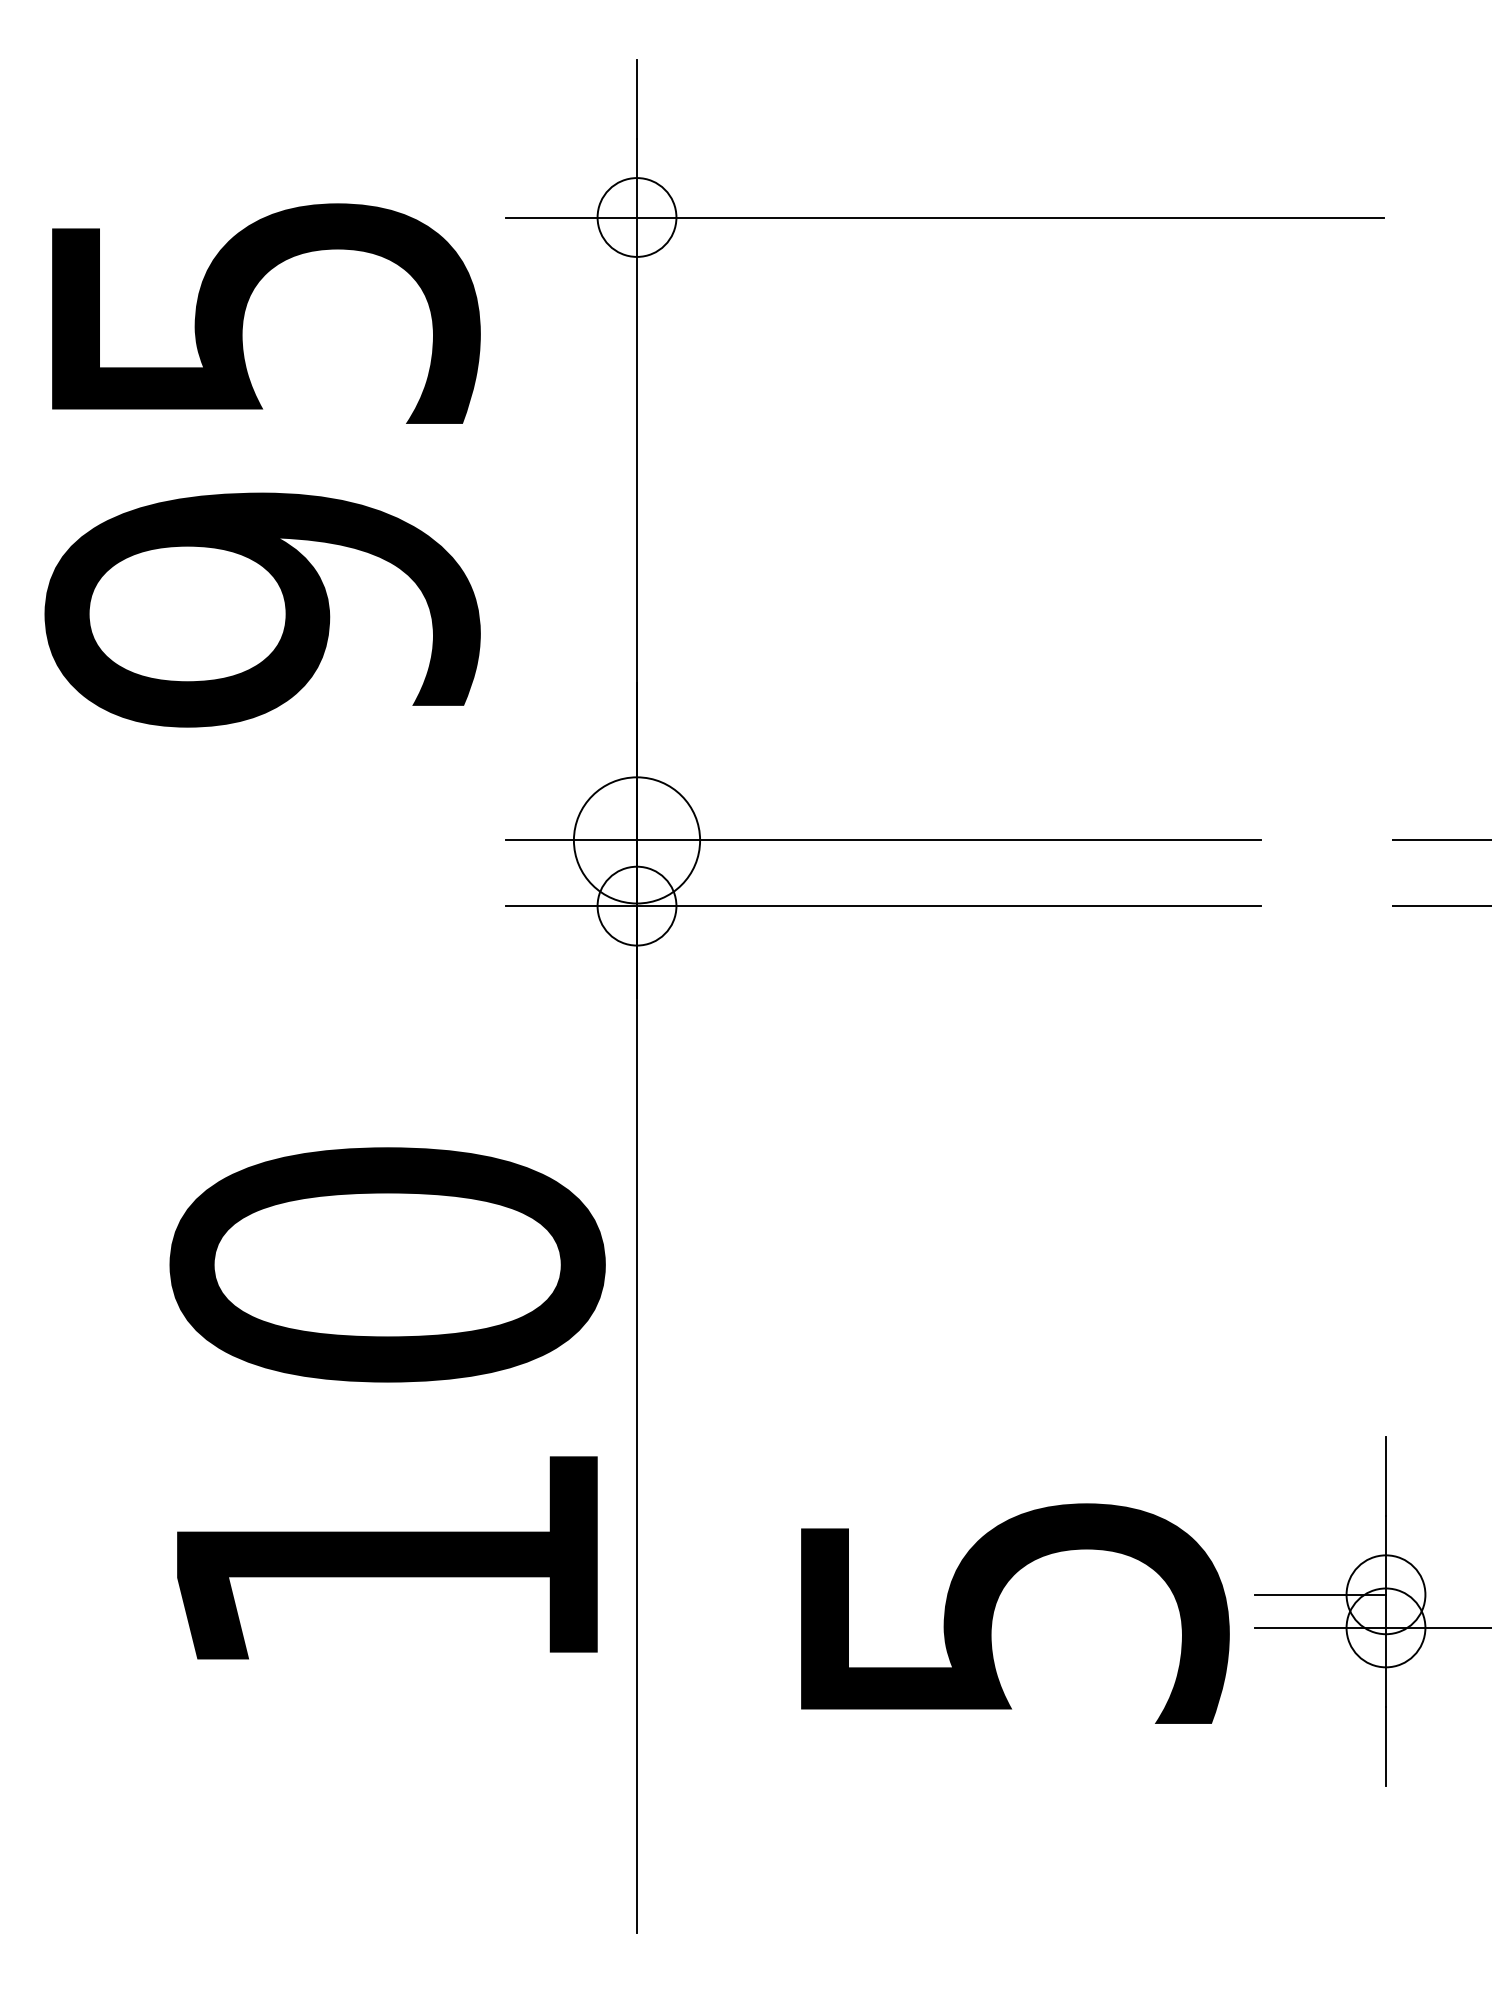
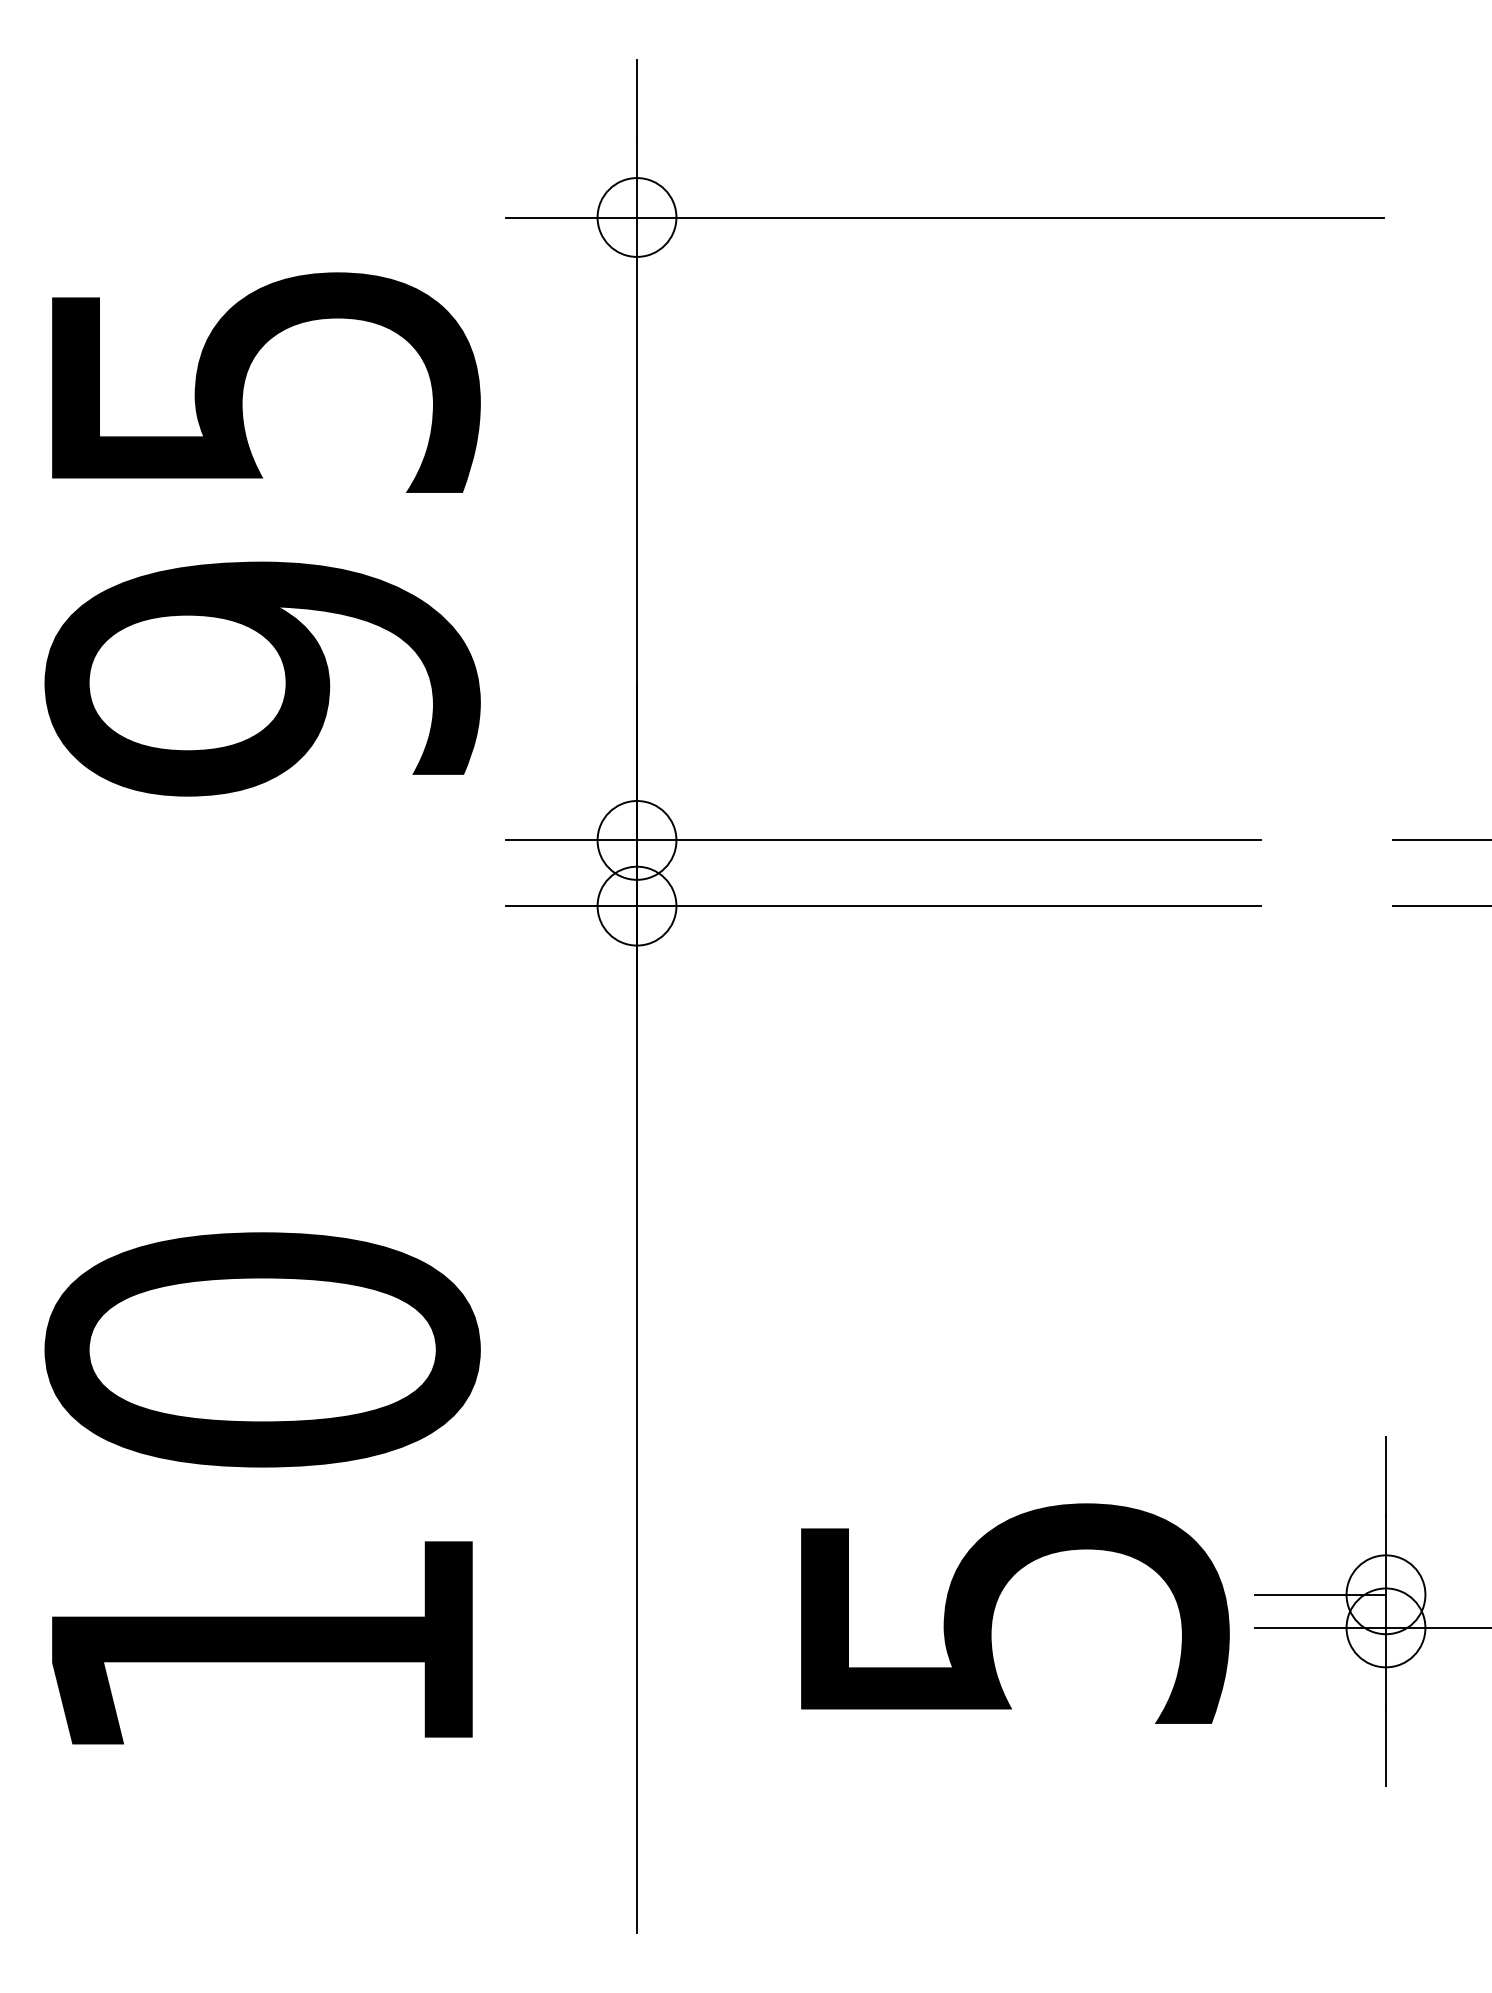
text at (262, 465) position: (262, 465) -> (262, 534)
circle at (636, 840) diameter: 126 px -> 79 px
text at (387, 1403) position: (387, 1403) -> (262, 1488)
